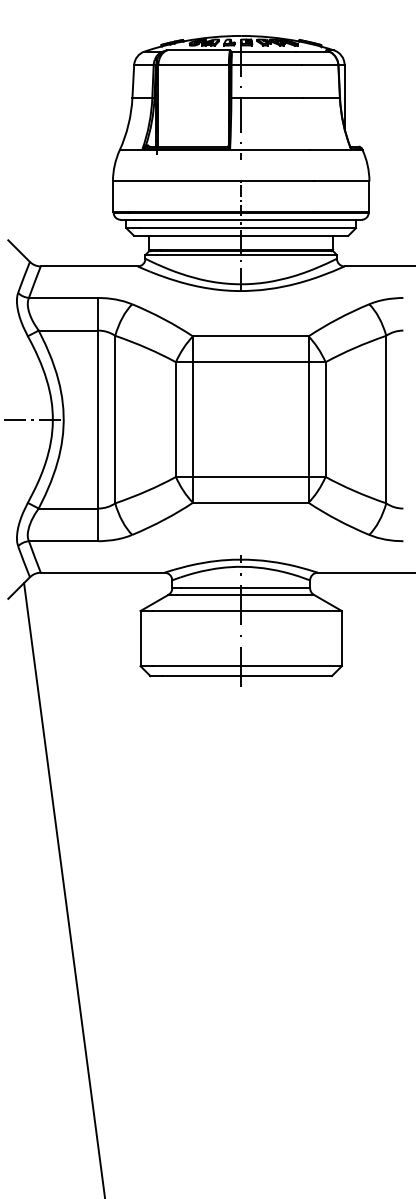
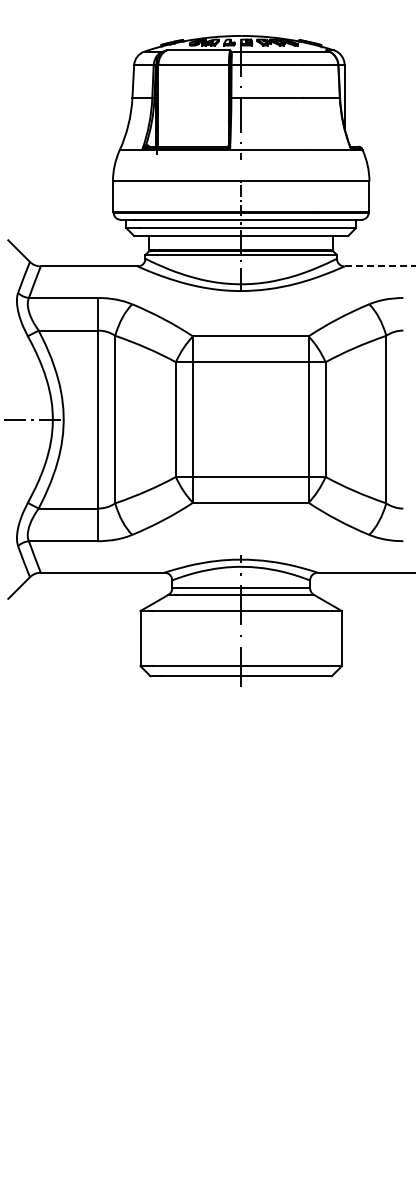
line at (380, 266): solid -> dashed
line at (64, 889): present -> none
